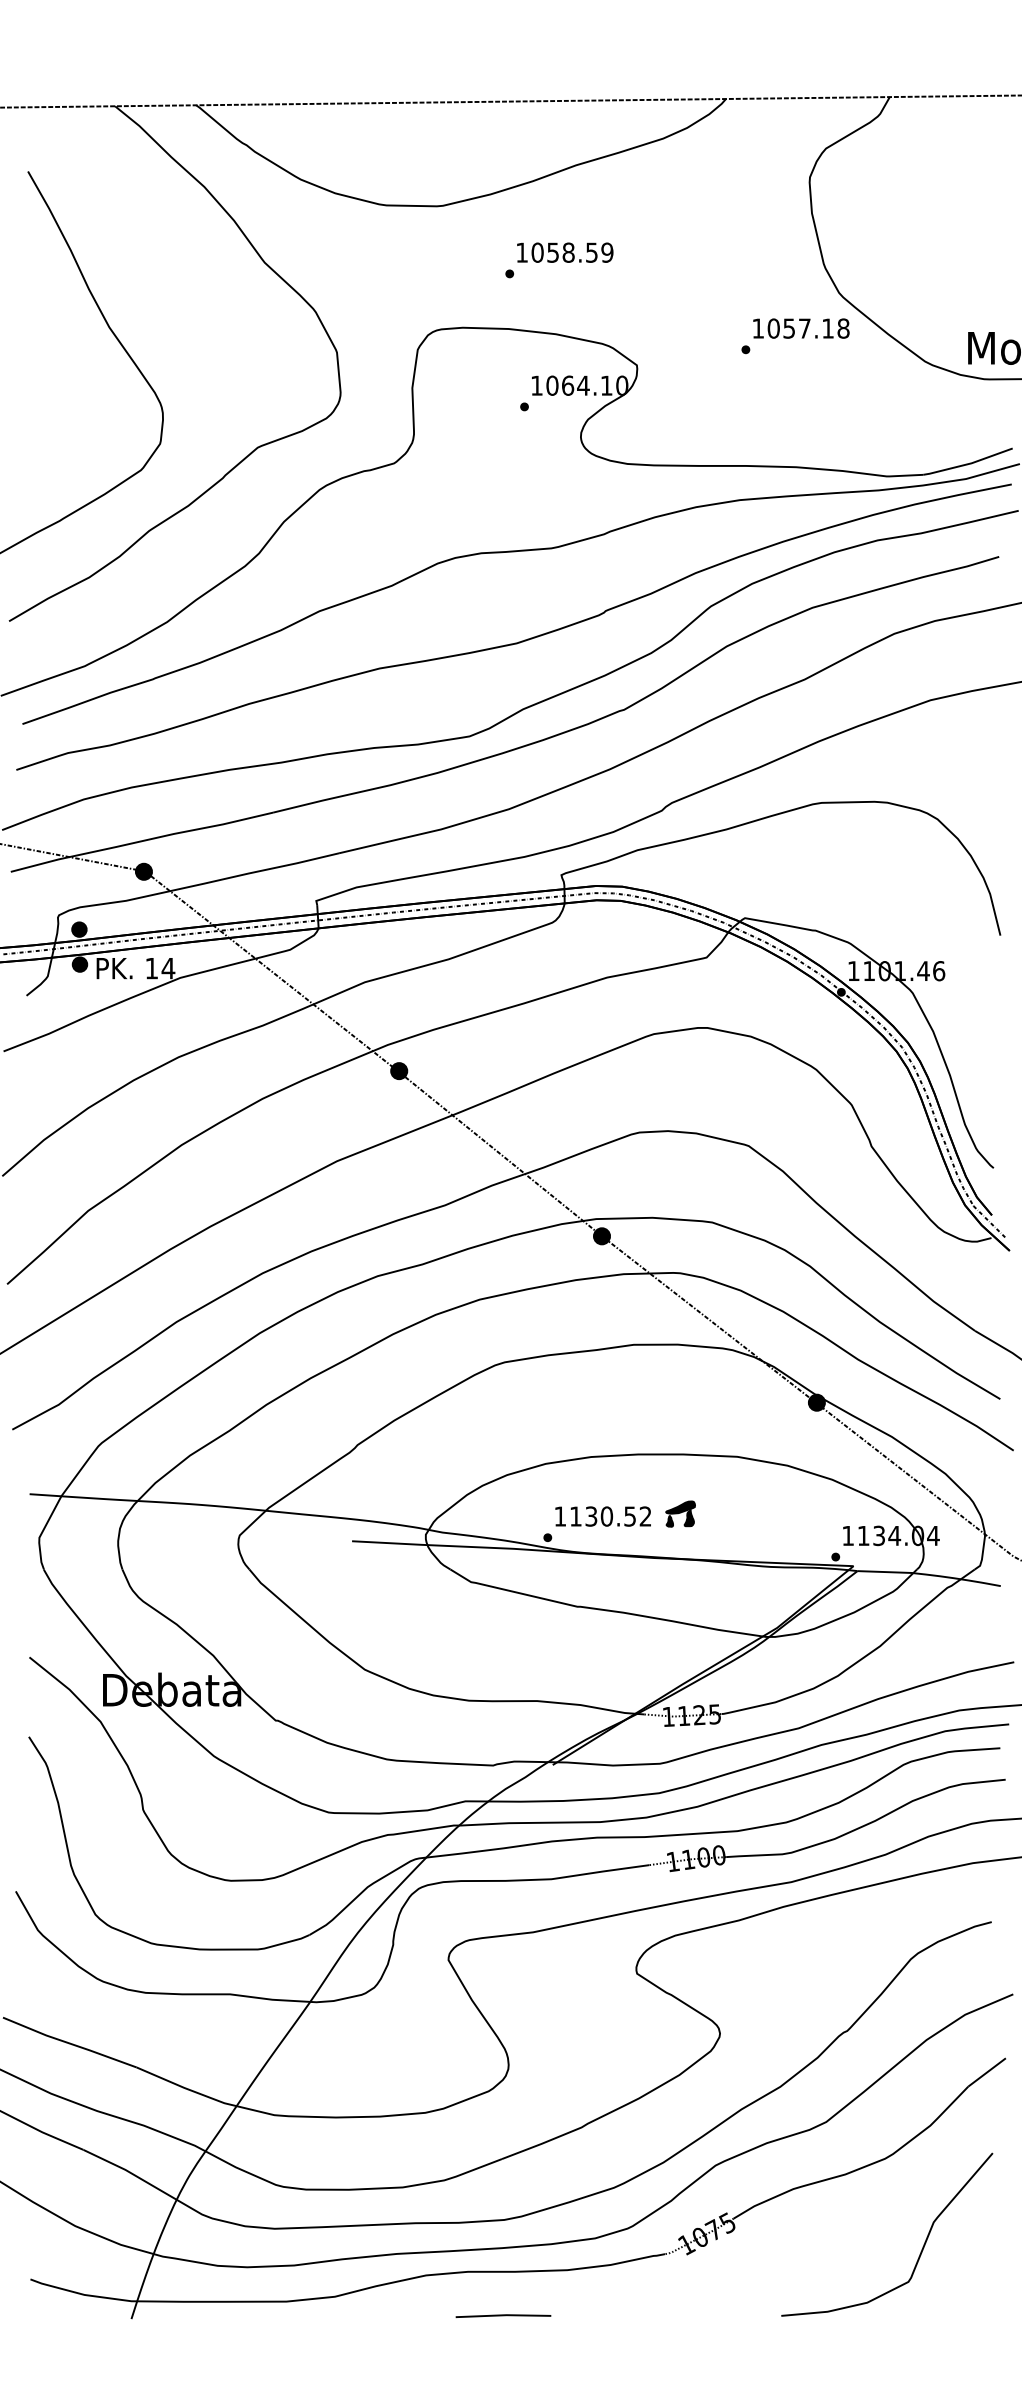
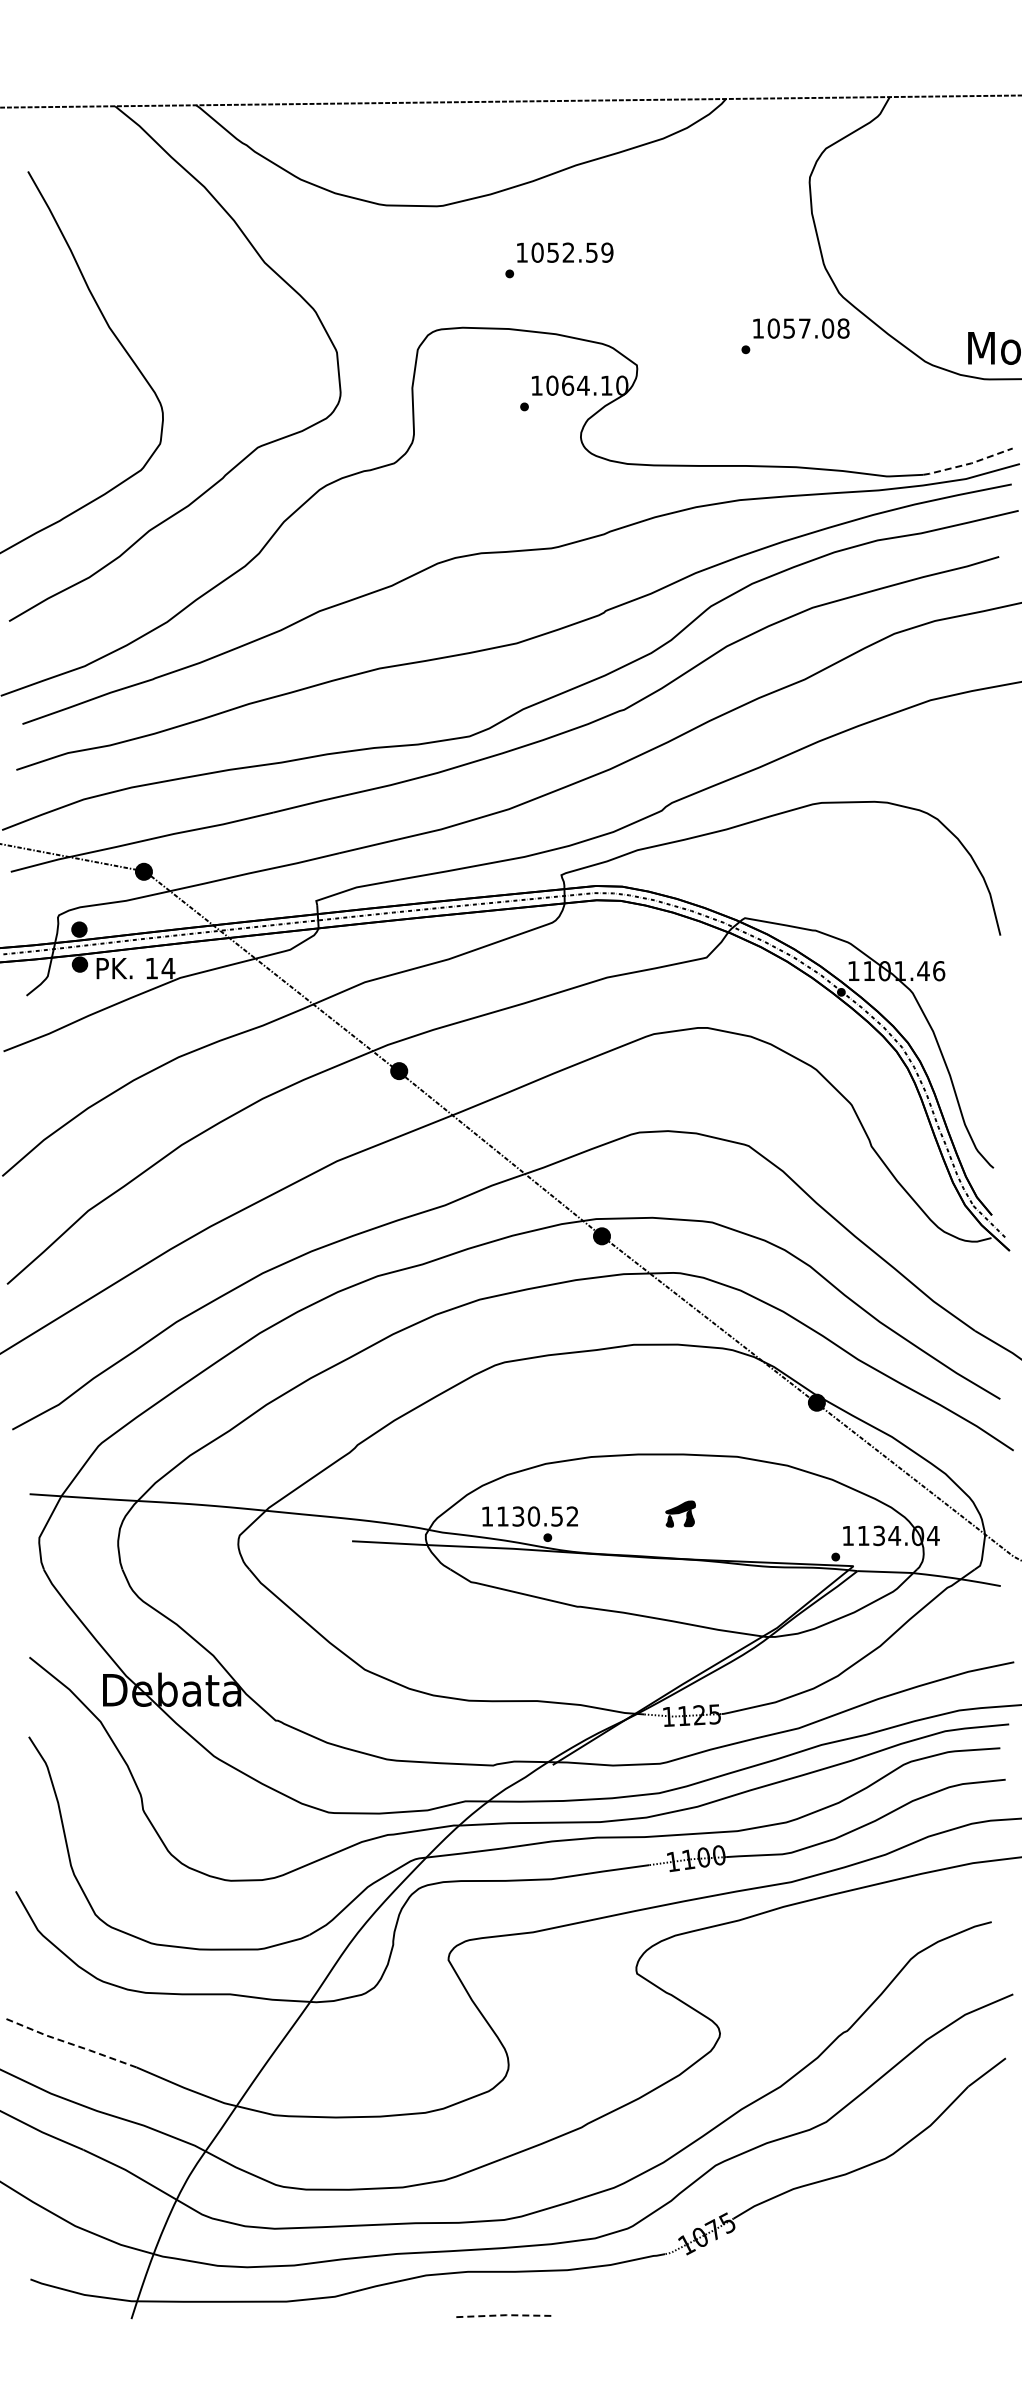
text at (568, 252): 1058.59 -> 1052.59
text at (828, 328): 1057.18 -> 1057.08
line at (968, 464): solid -> dashed
text at (602, 1516) position: (602, 1516) -> (529, 1516)
line at (69, 2043): solid -> dashed
curve at (922, 2246): present -> none
line at (503, 2315): solid -> dashed
